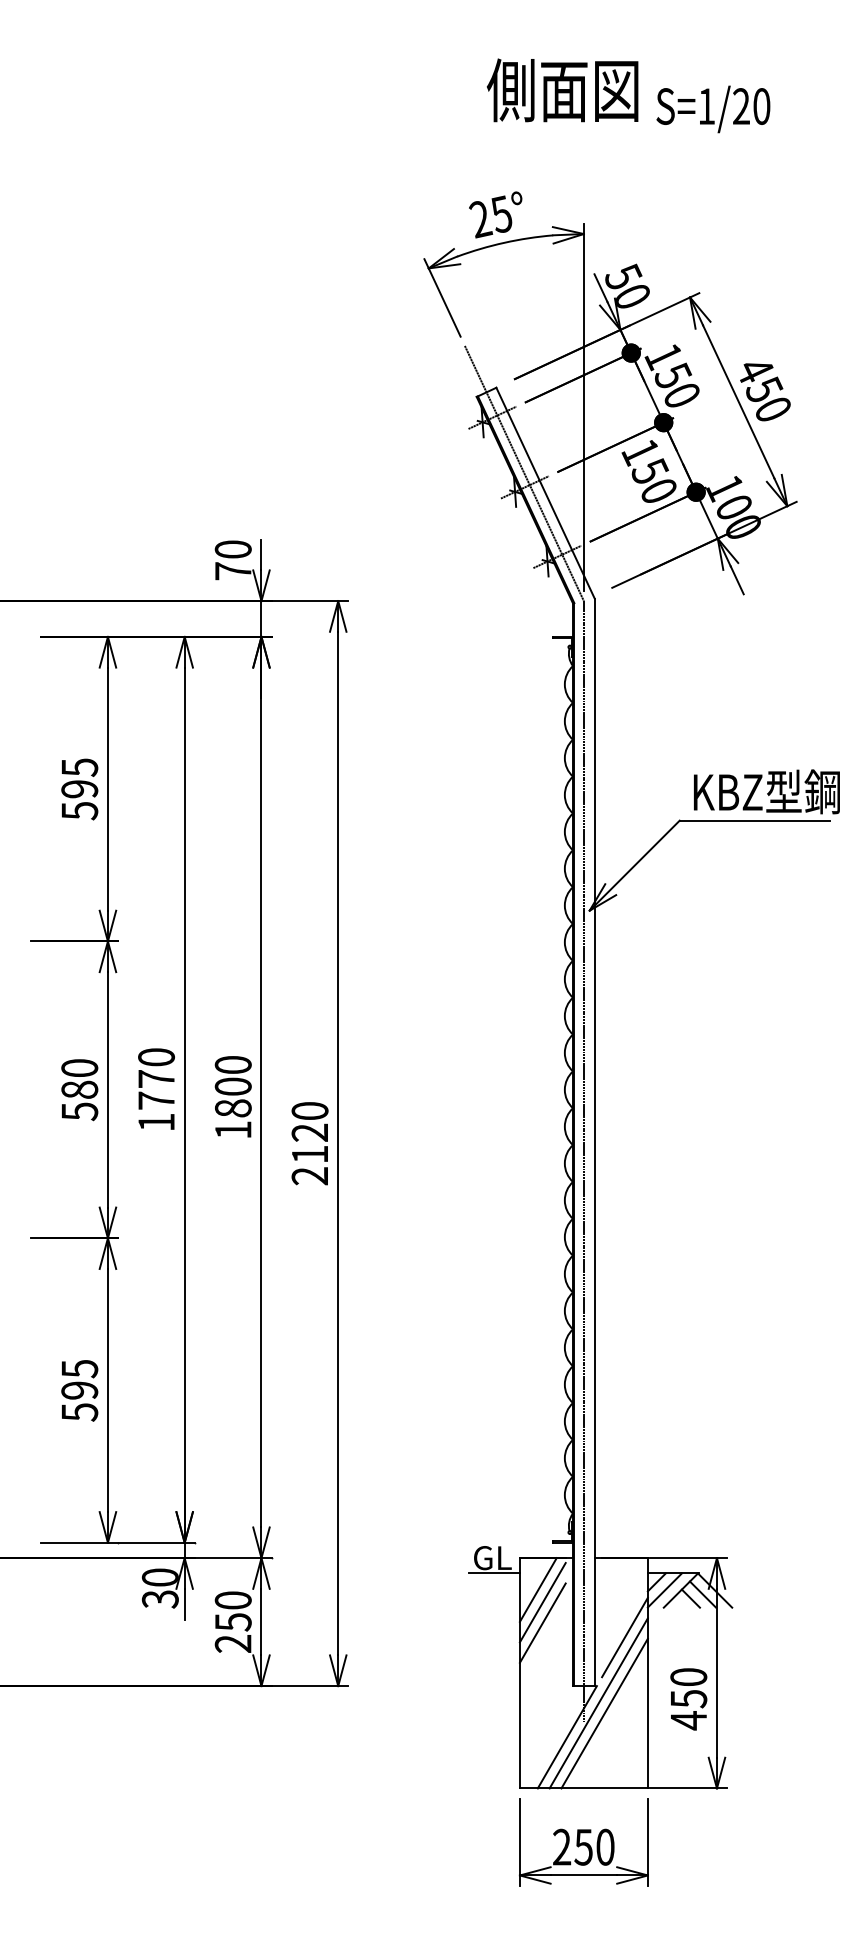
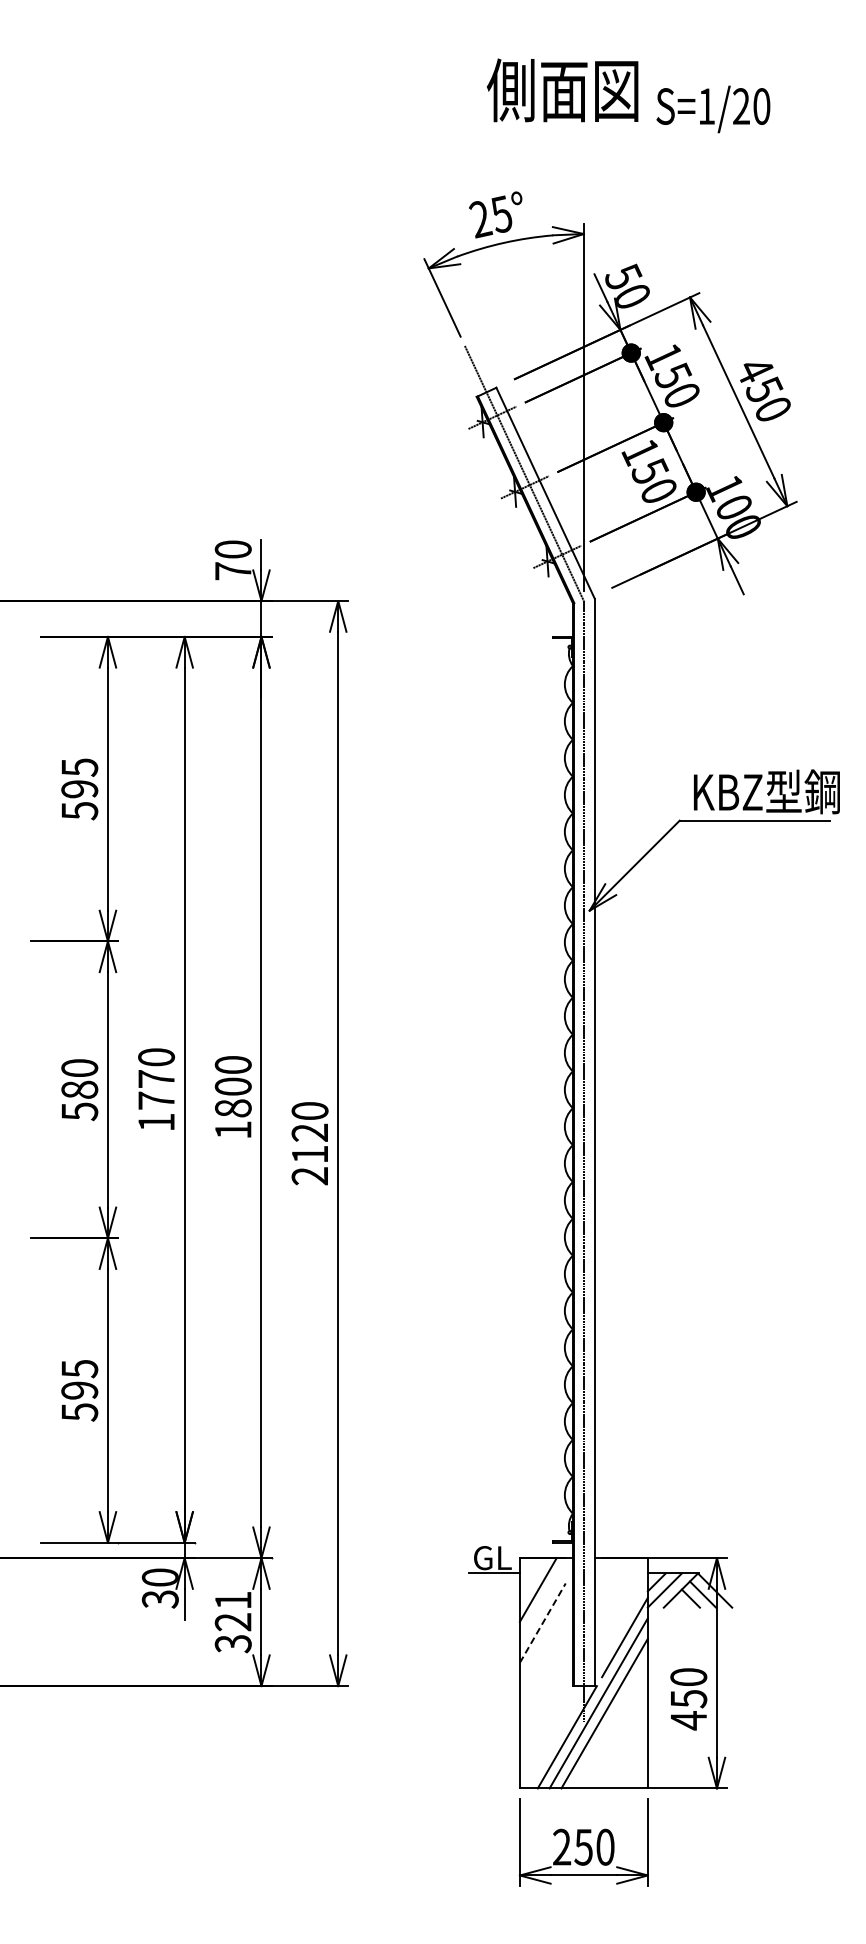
line at (542, 1602): present -> none
text at (232, 1622): 250 -> 321
line at (542, 1623): solid -> dashed
